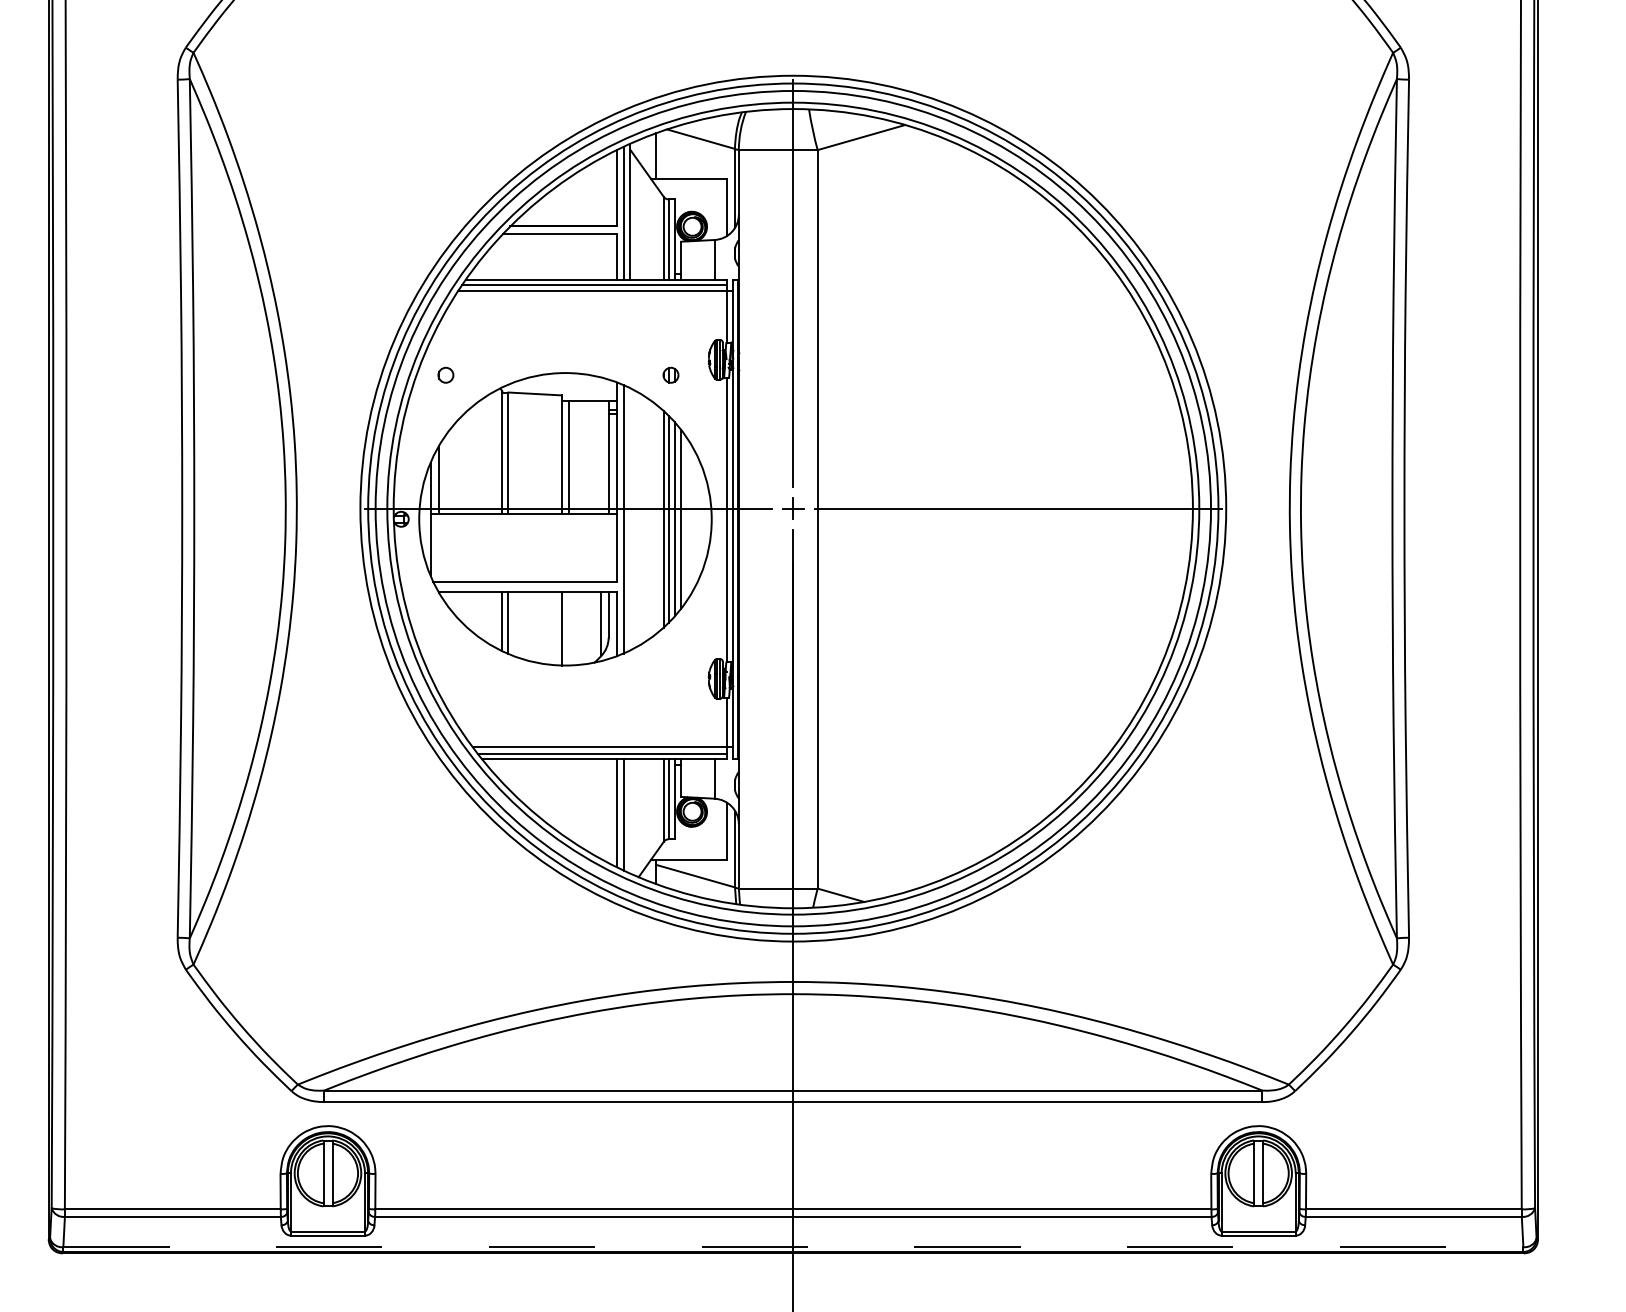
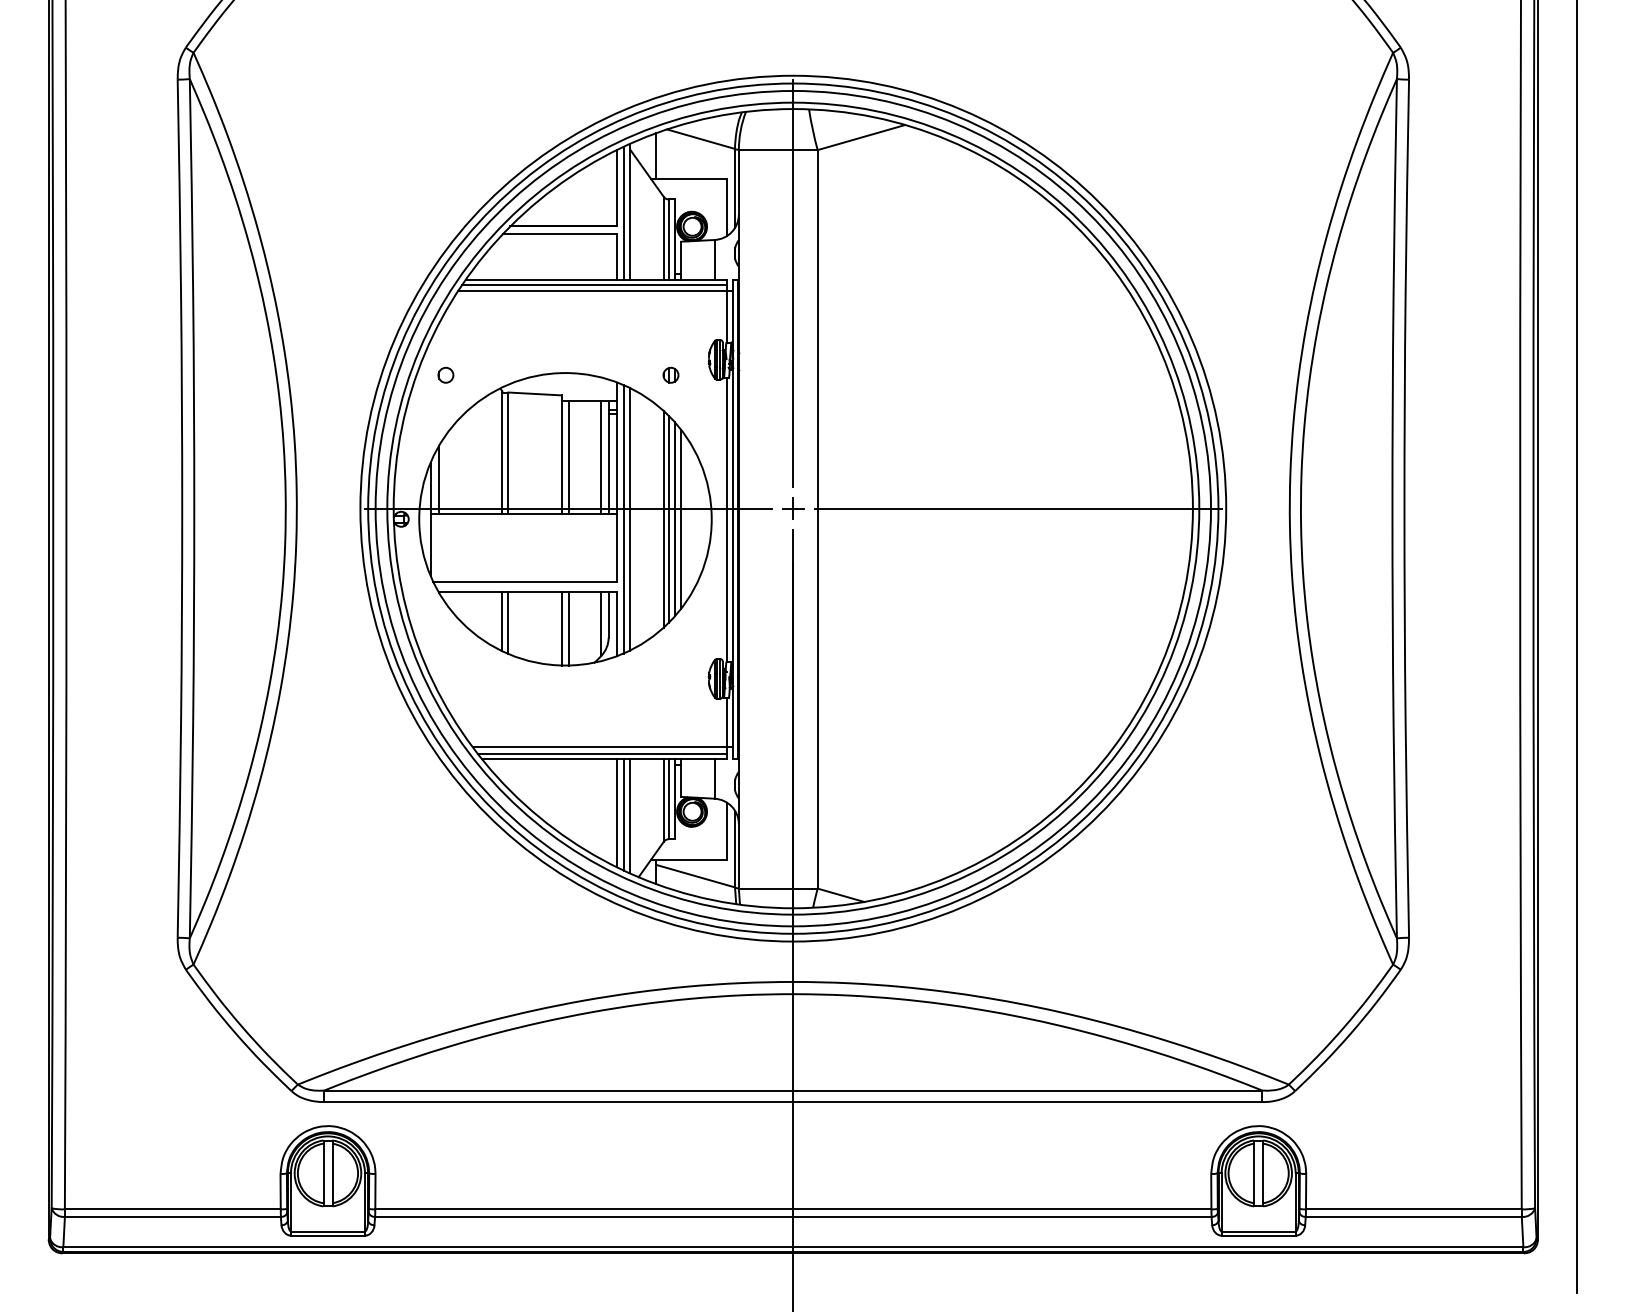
line at (600, 457): none -> present
line at (630, 519): none -> present
line at (569, 628): none -> present
line at (1577, 647): none -> present
line at (630, 815): none -> present
line at (793, 1247): dashed -> solid
